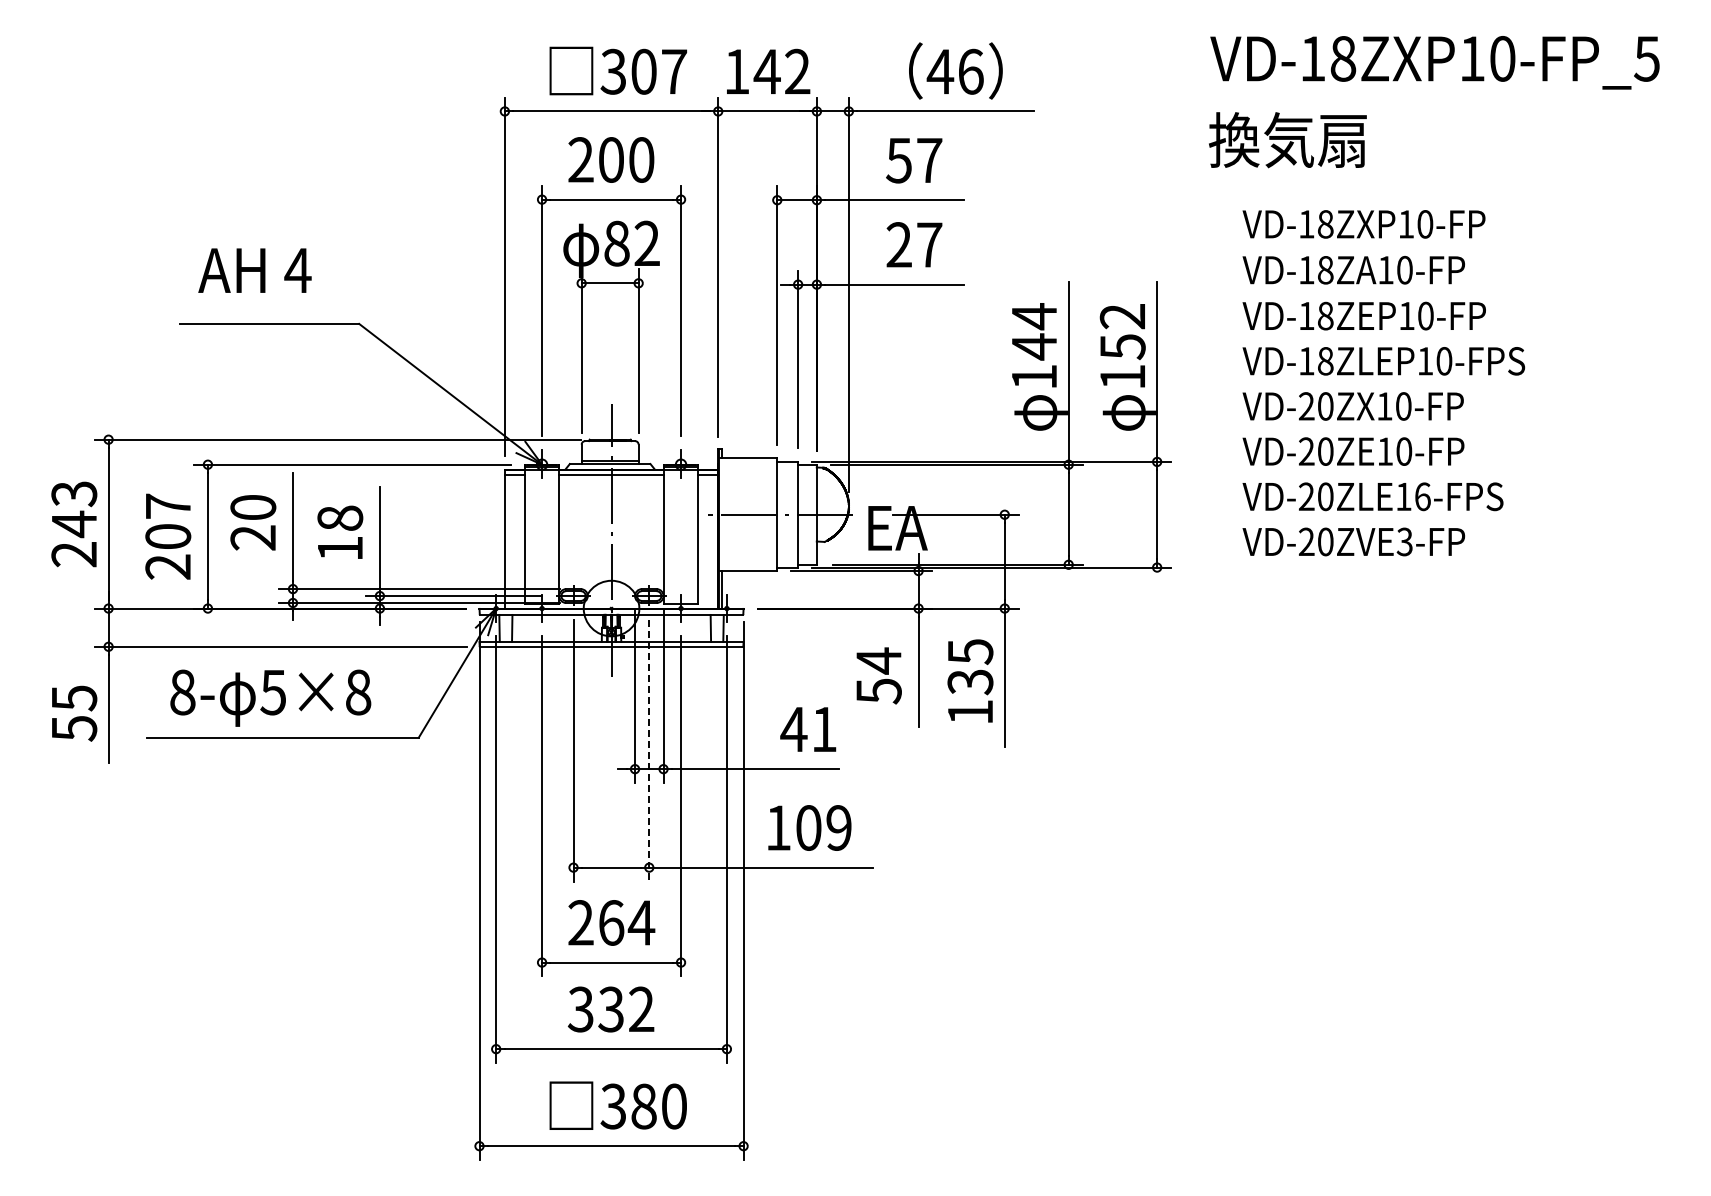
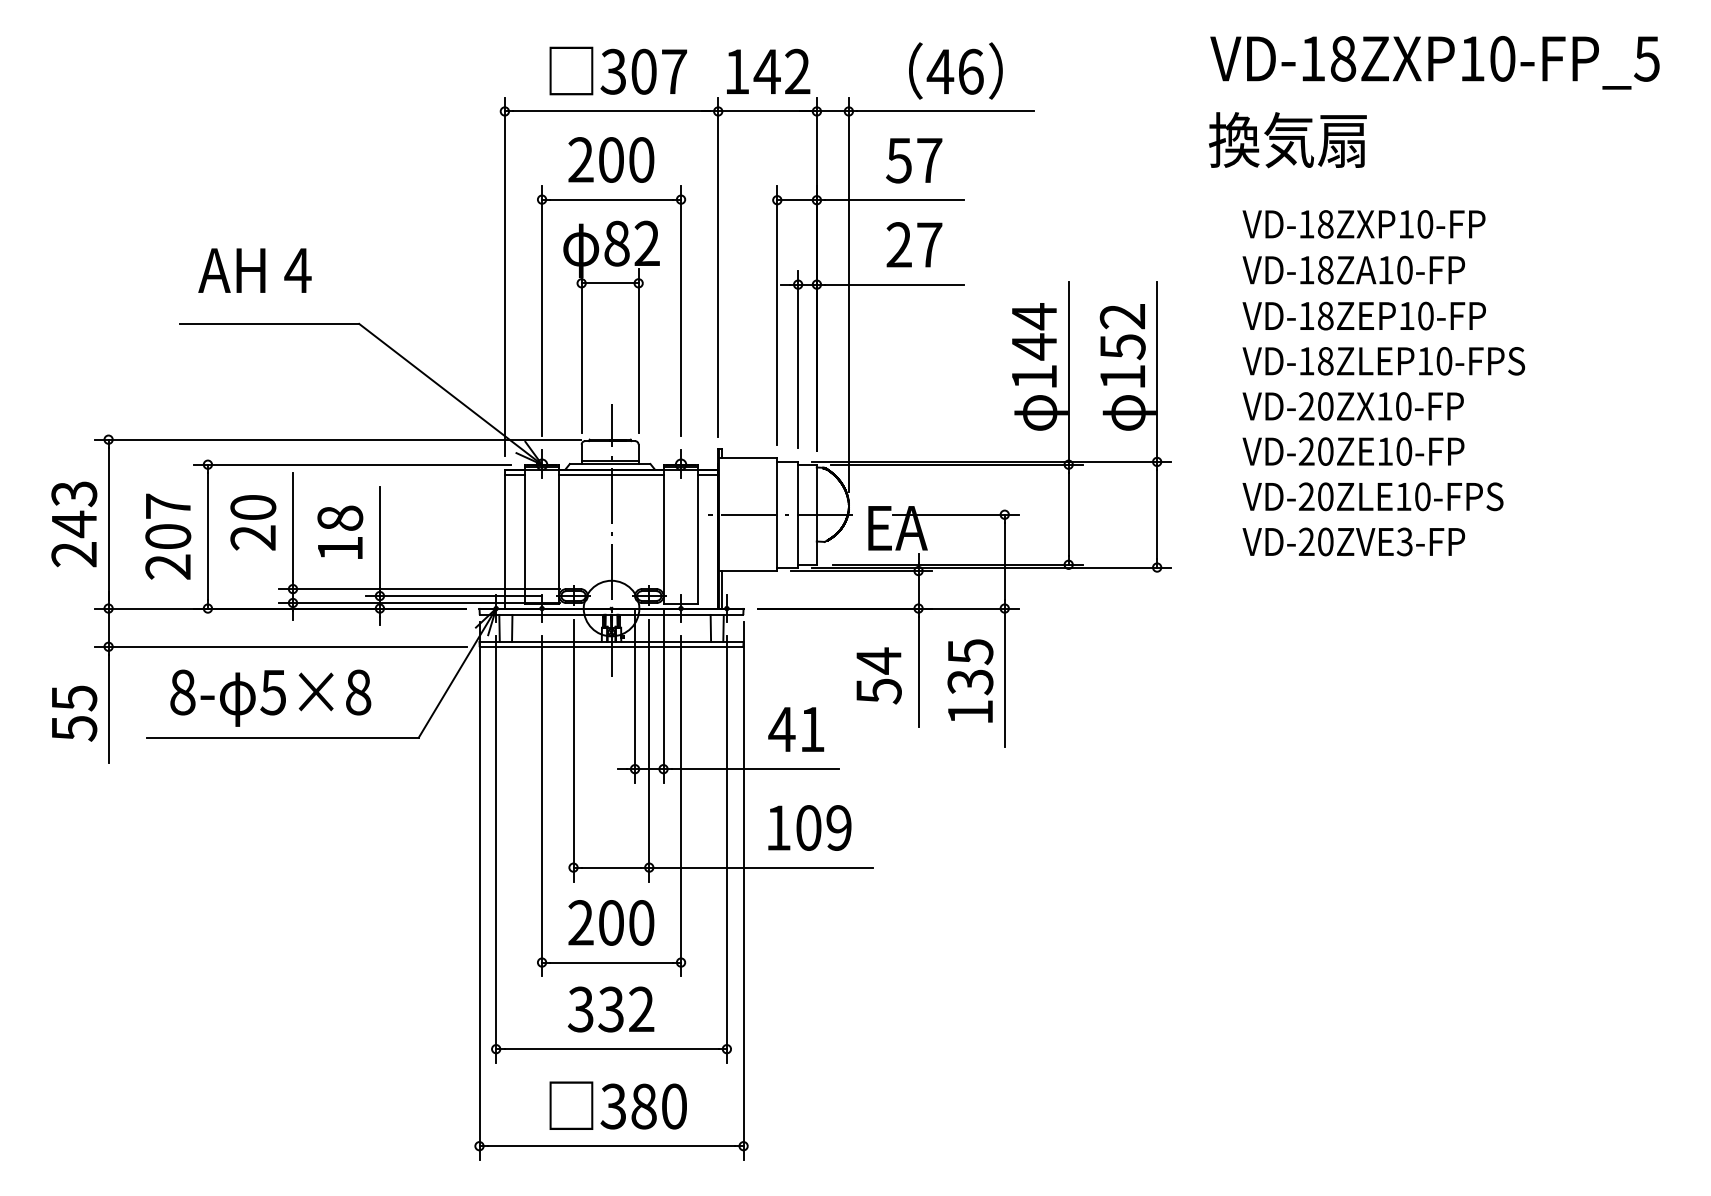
text at (1422, 496): VD-20ZLE16-FPS -> VD-20ZLE10-FPS
text at (808, 729) position: (808, 729) -> (796, 729)
line at (649, 750): dashed -> solid
text at (627, 922): 264 -> 200
